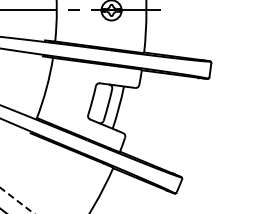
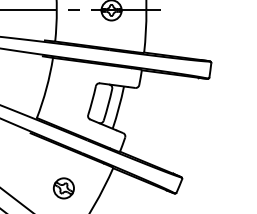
part at (63, 188): none -> present
line at (17, 201): dashed -> solid
